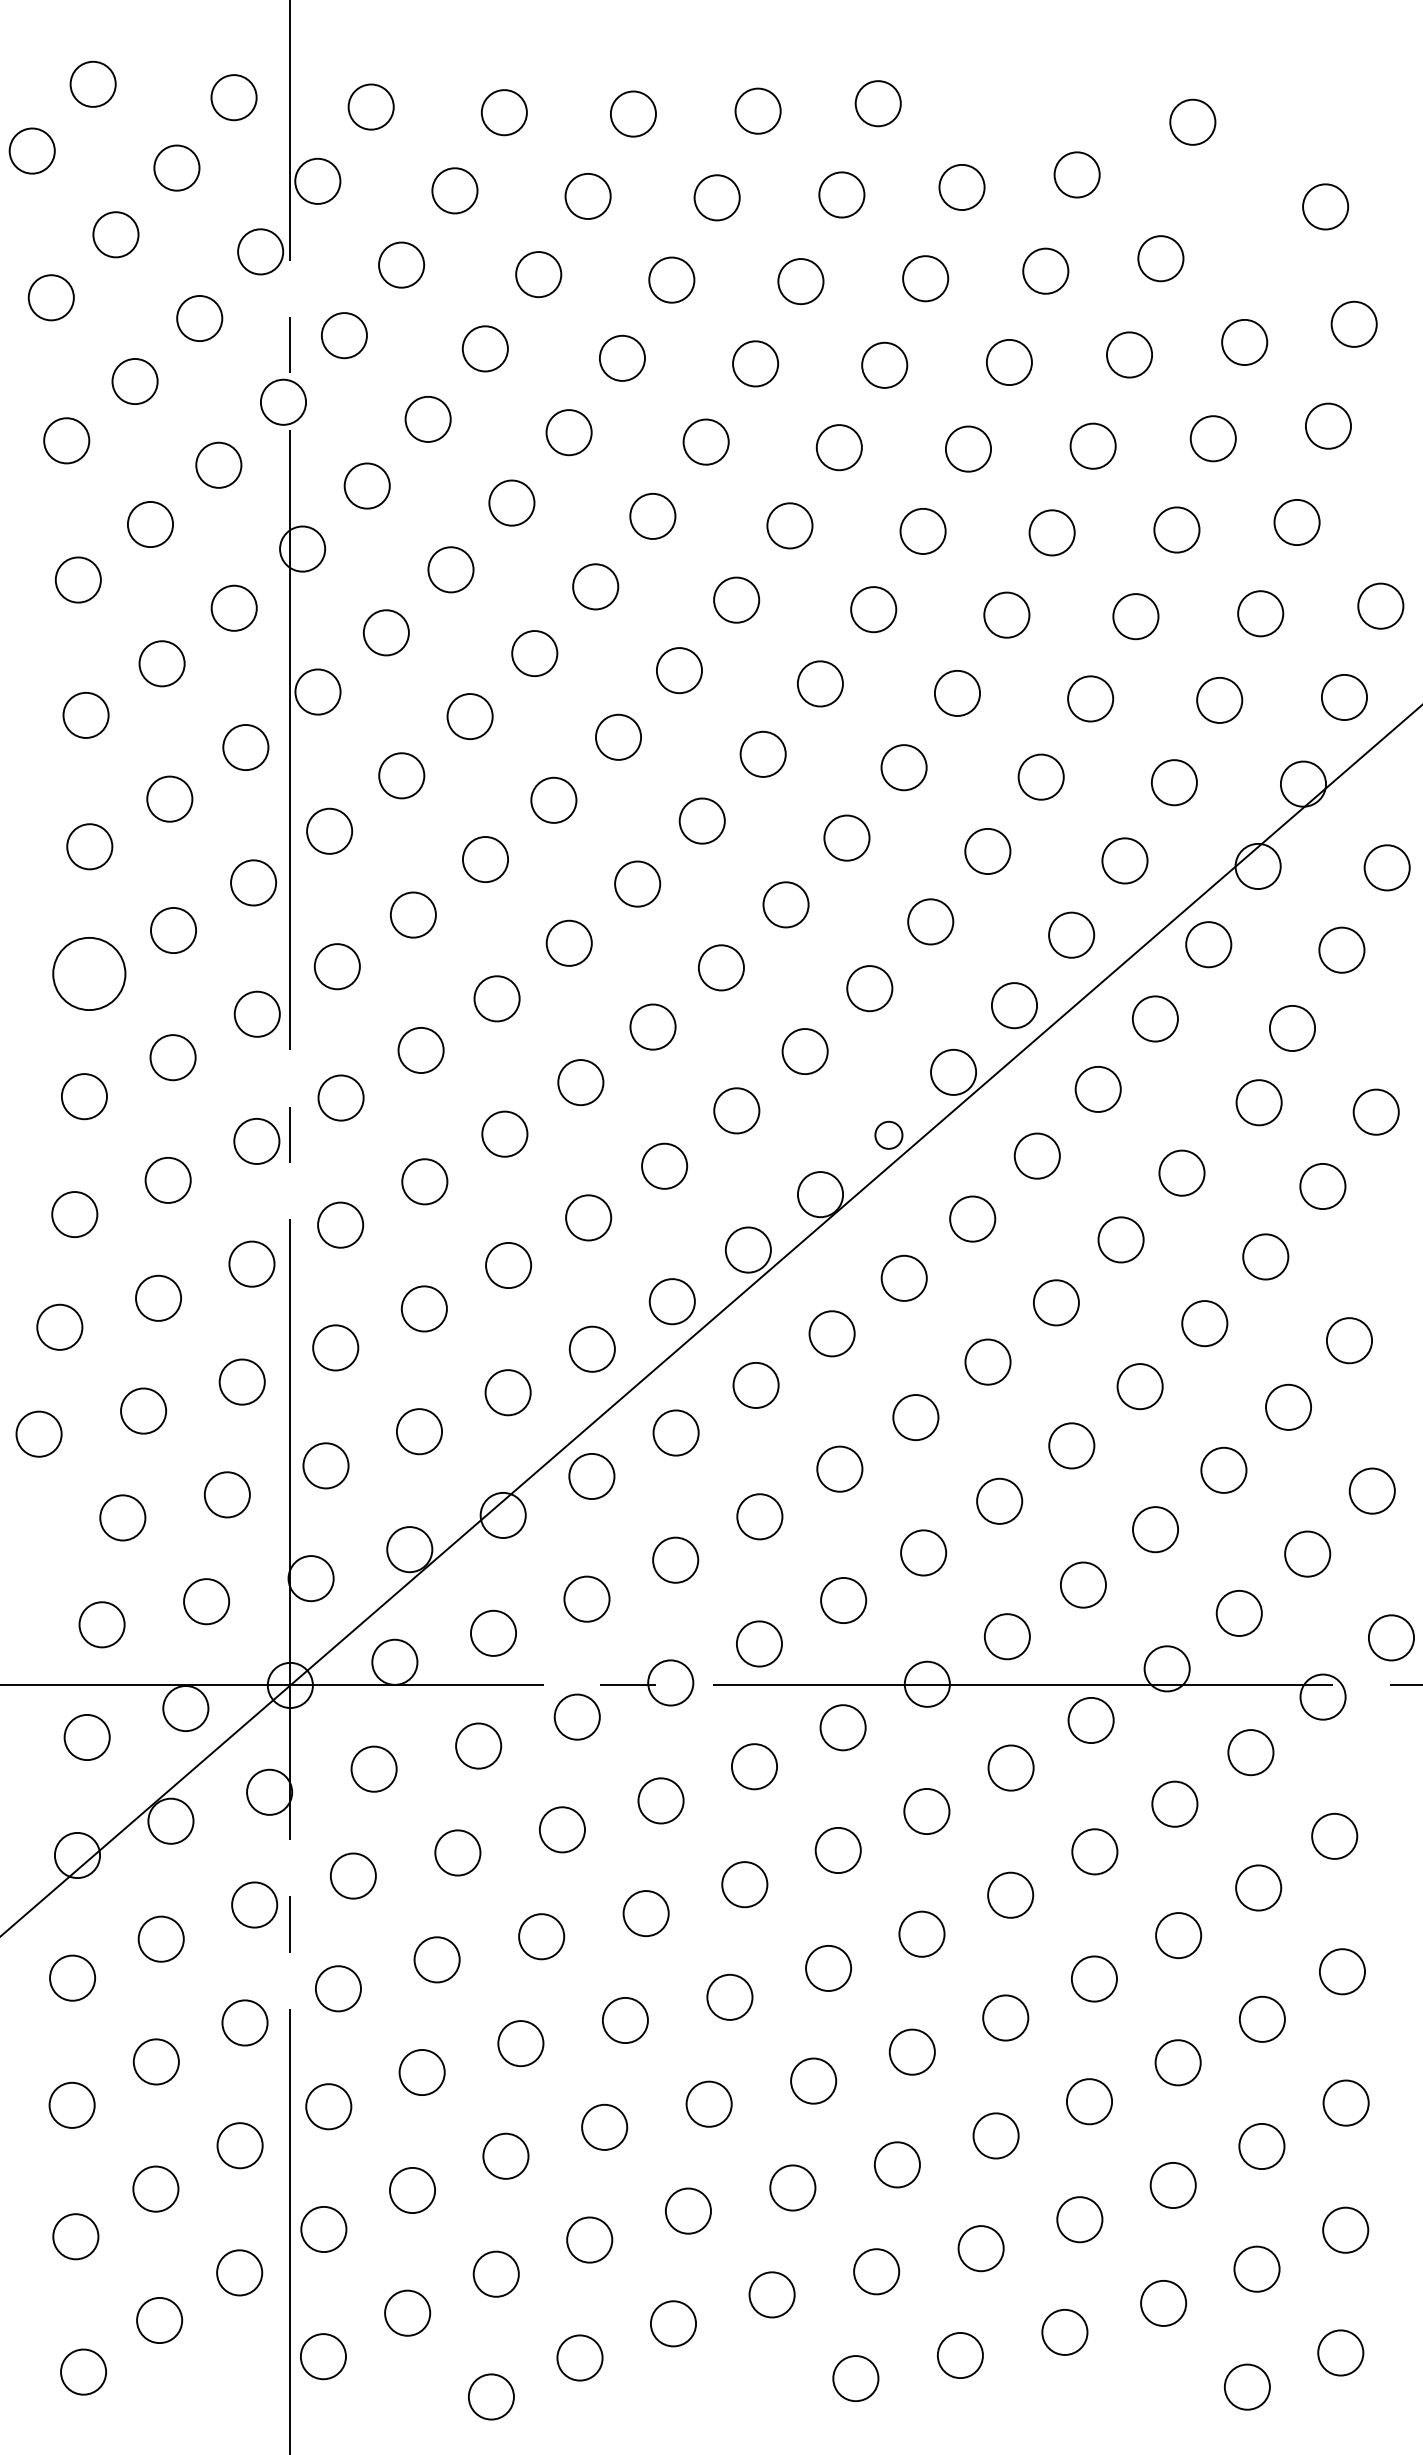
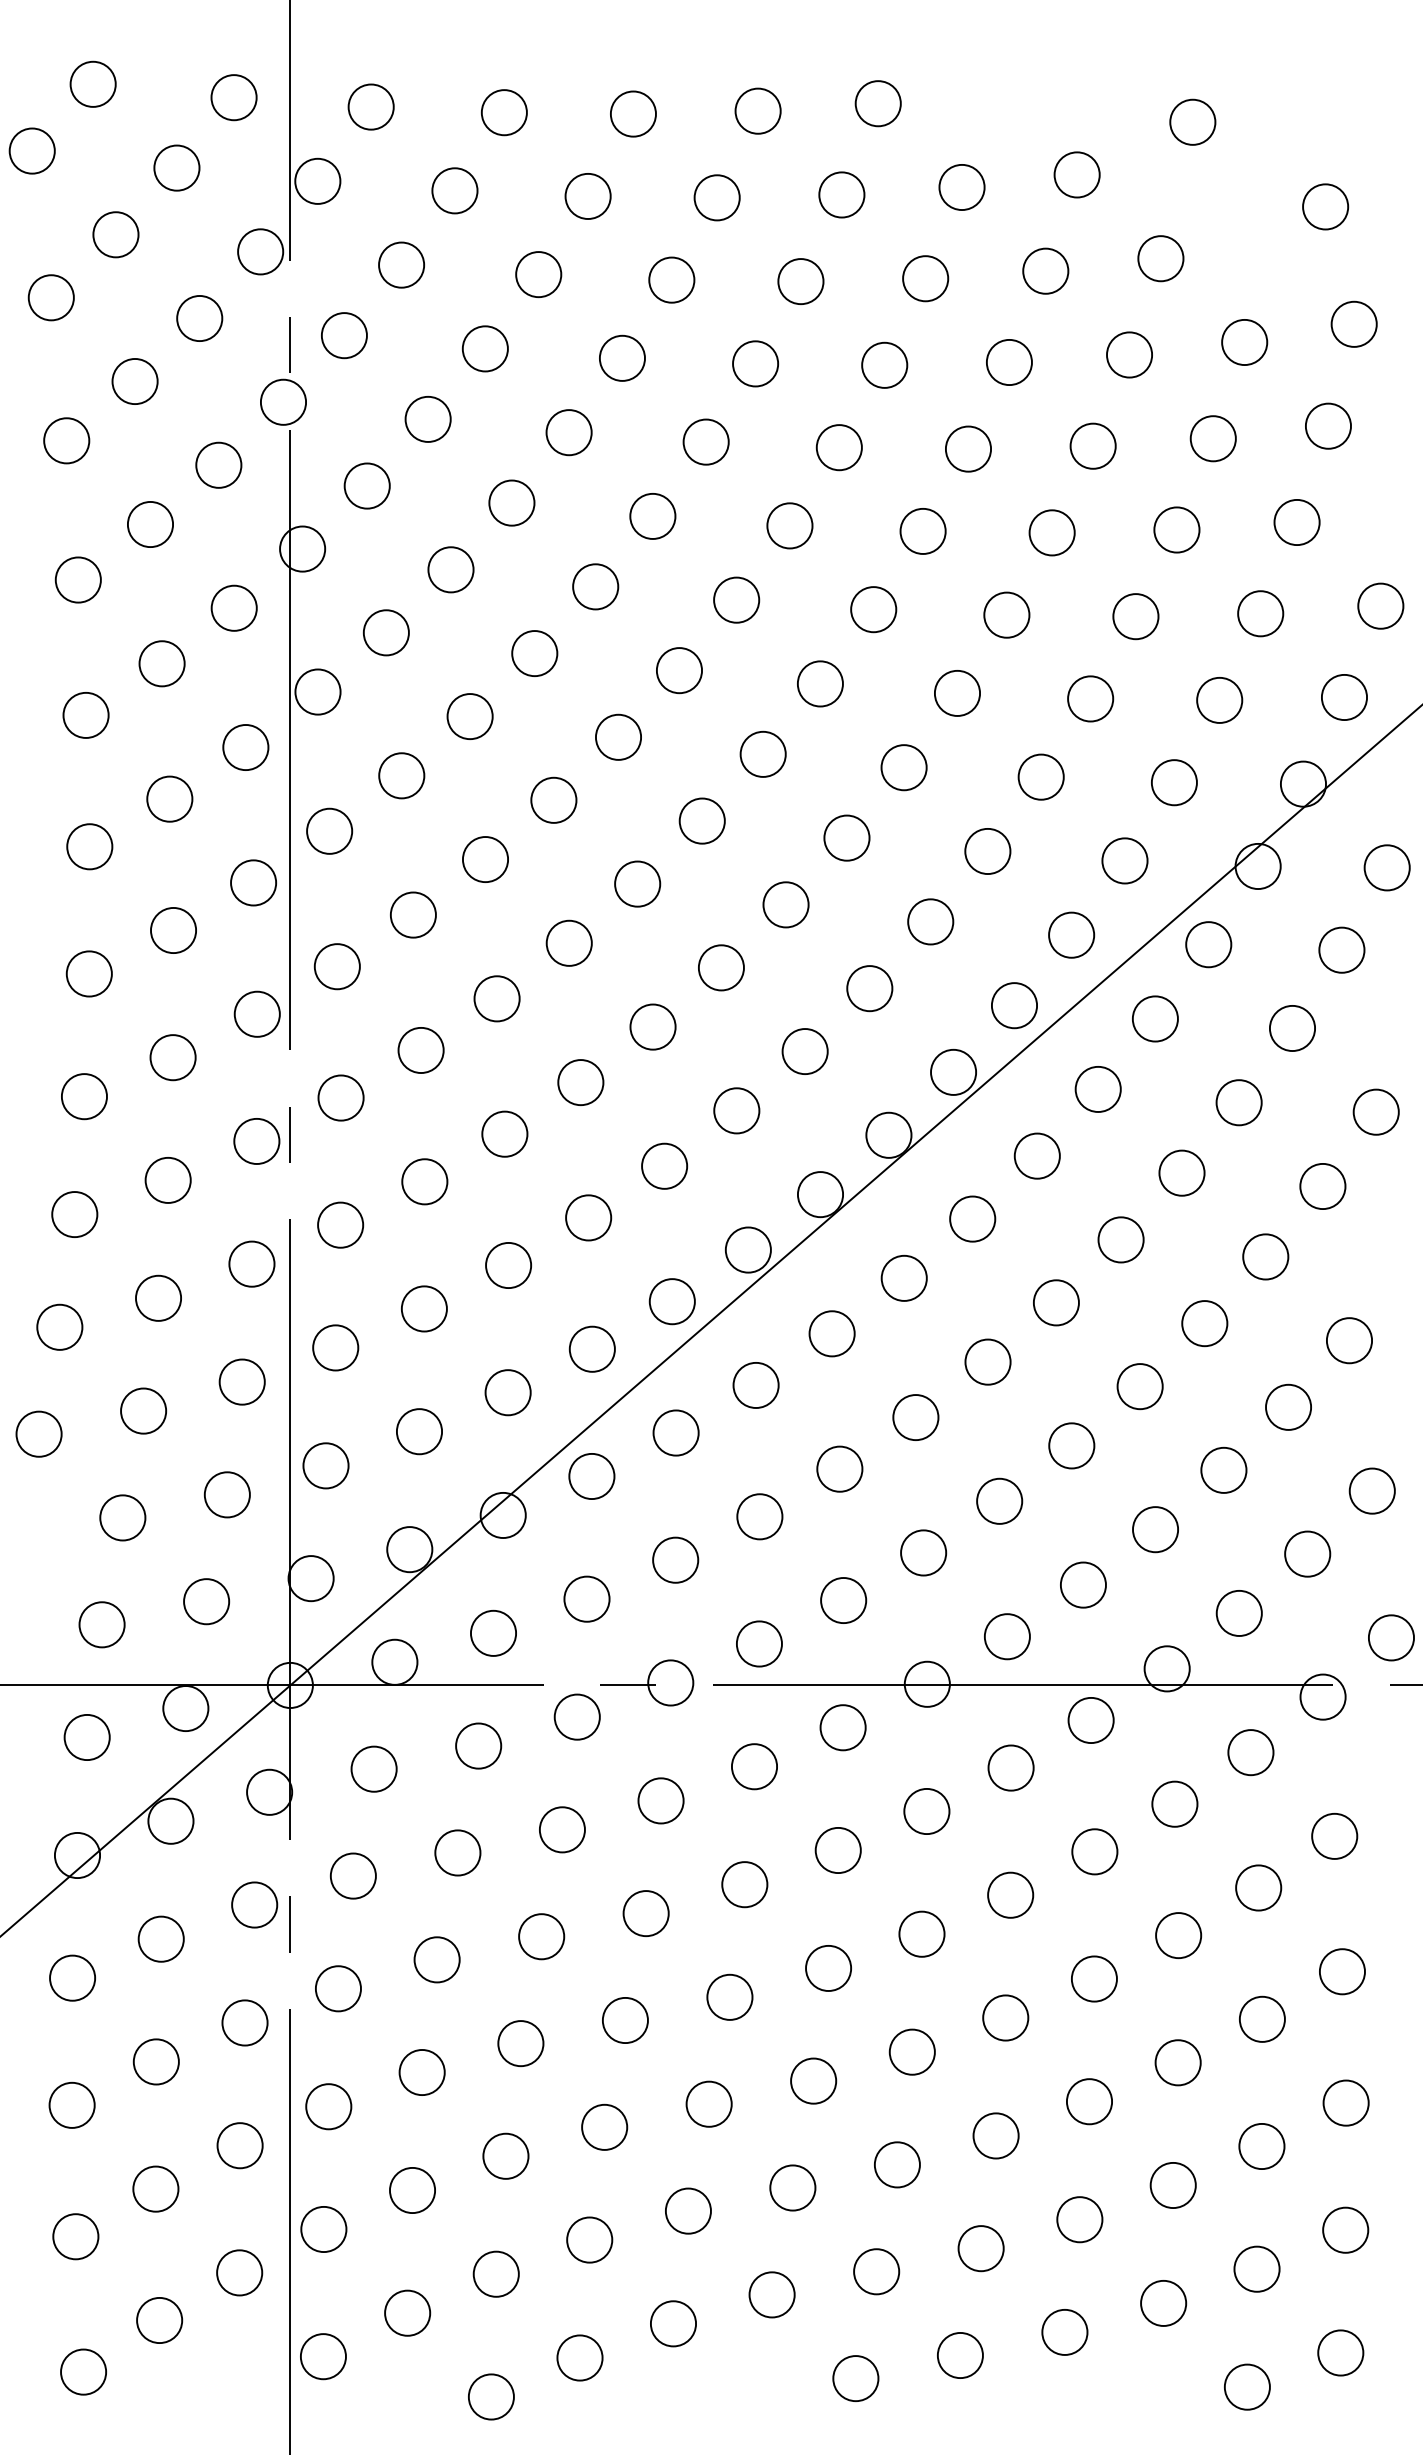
circle at (89, 973) diameter: 72 px -> 45 px
circle at (1258, 1102) position: (1258, 1102) -> (1238, 1102)
circle at (888, 1134) diameter: 27 px -> 45 px
